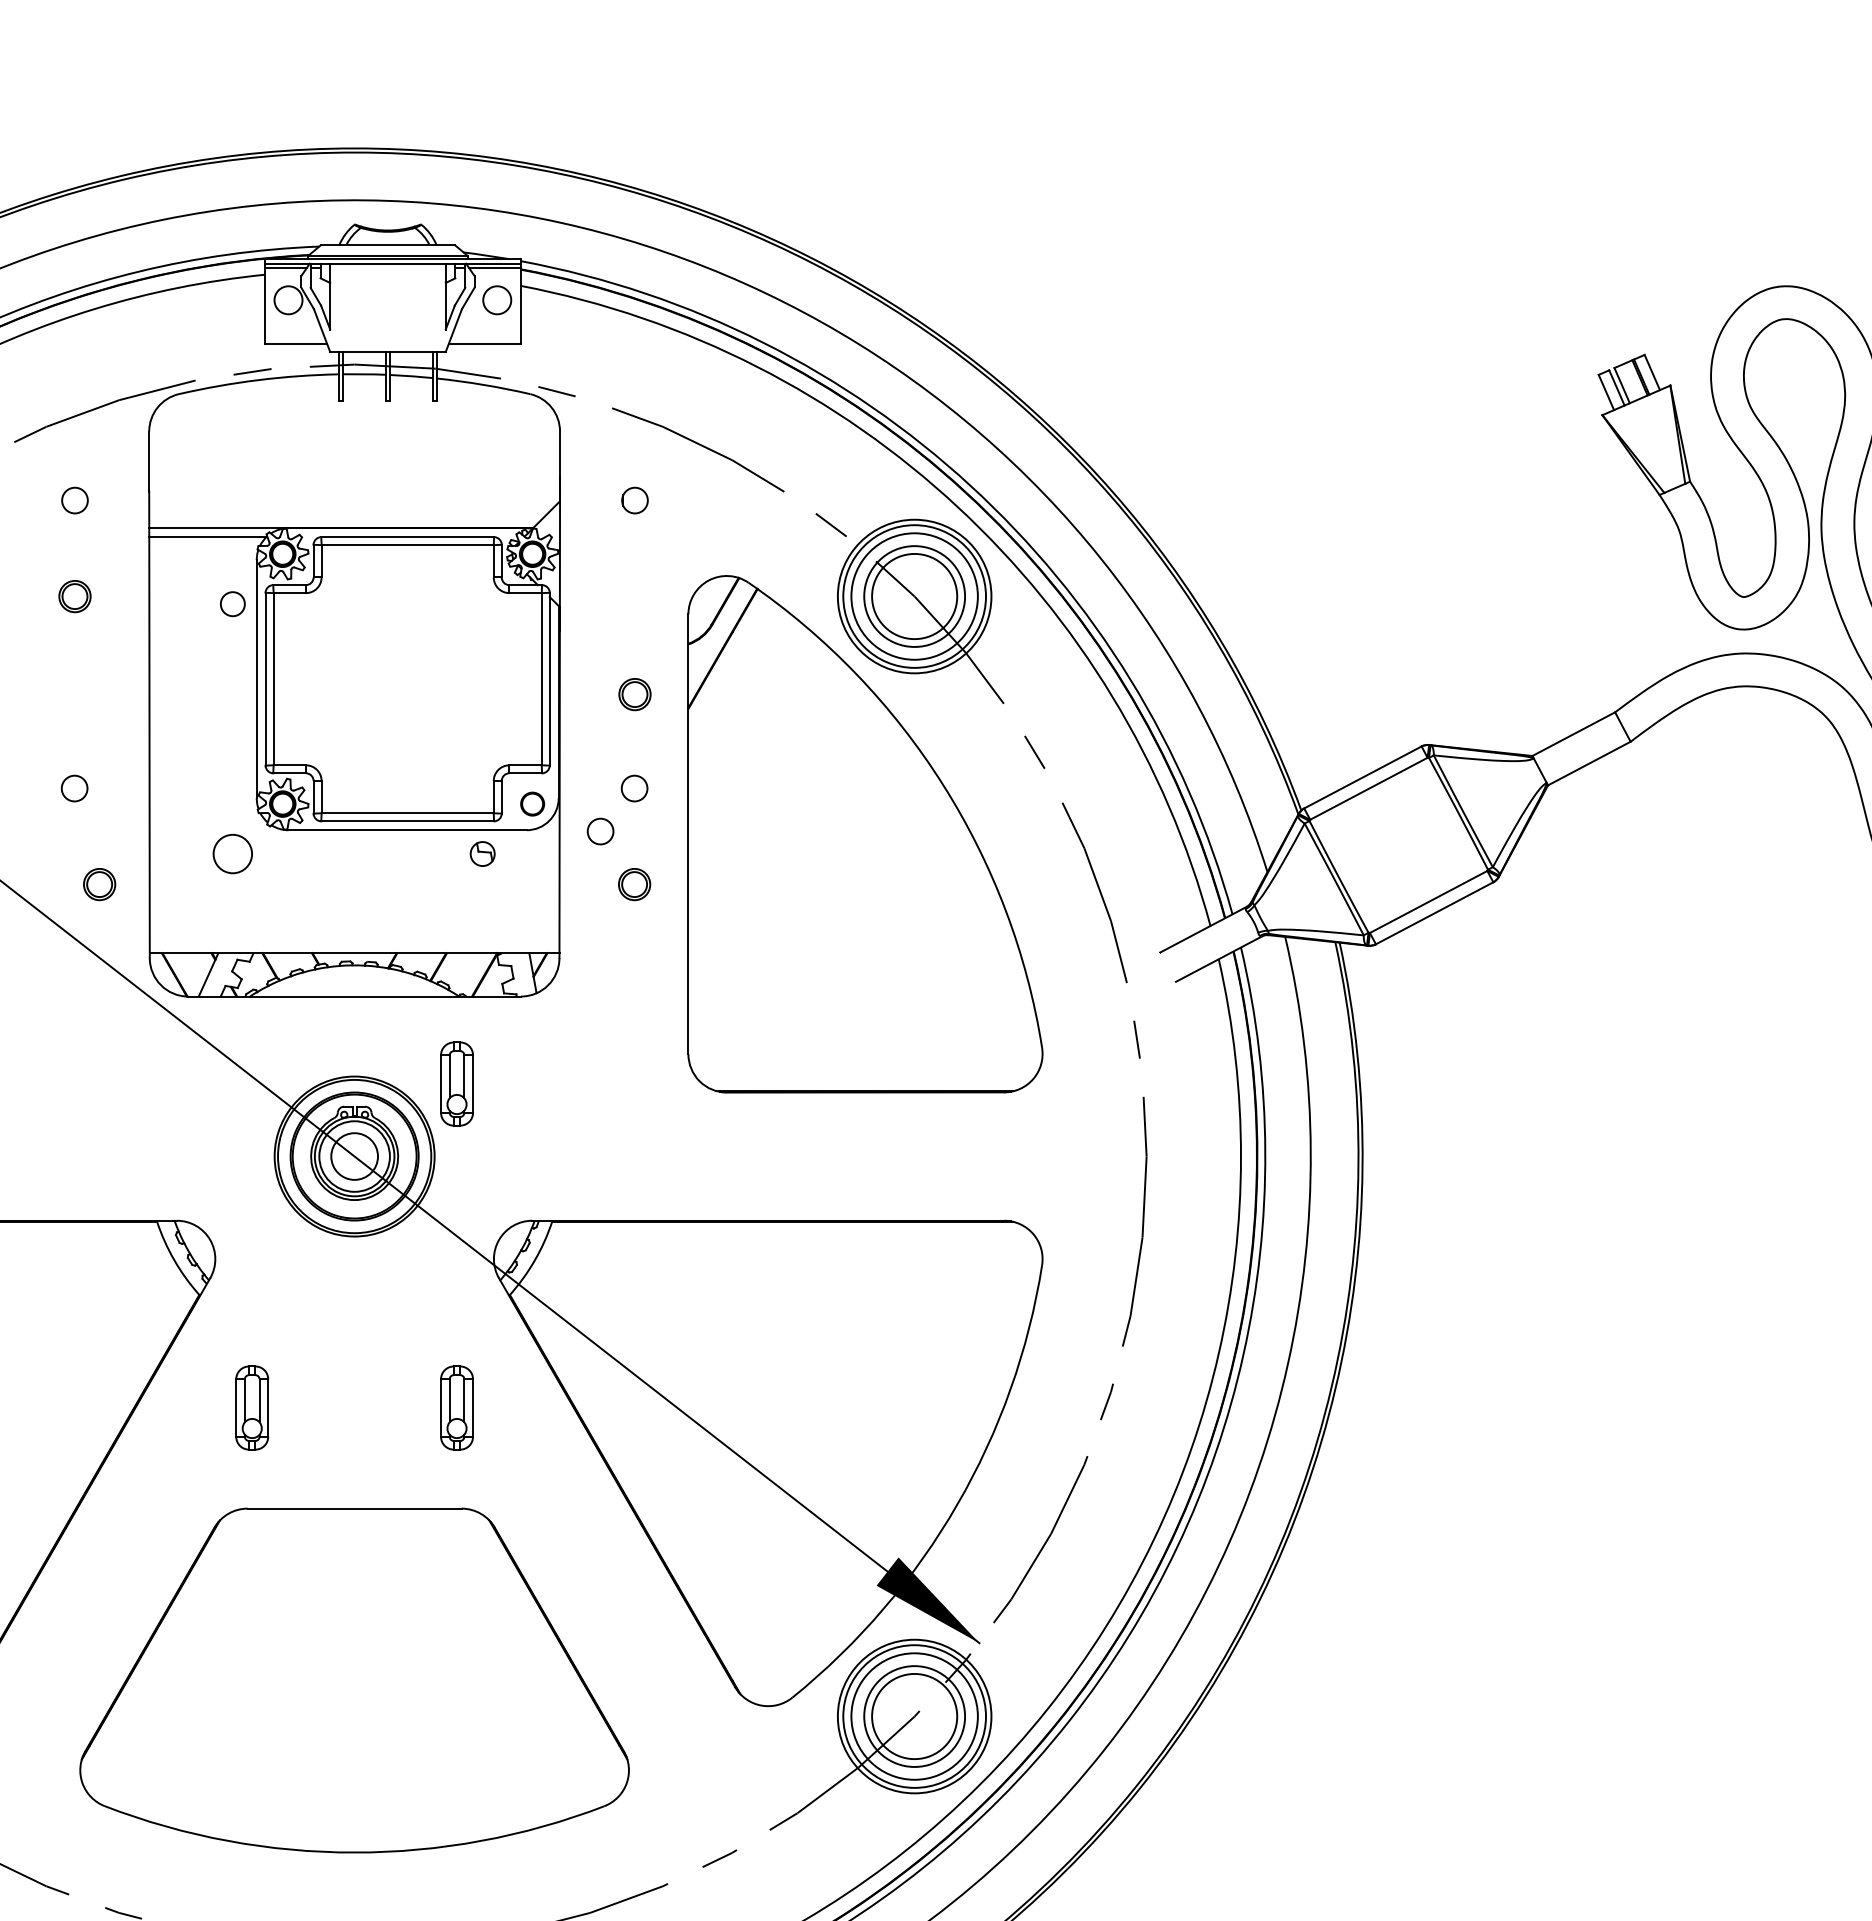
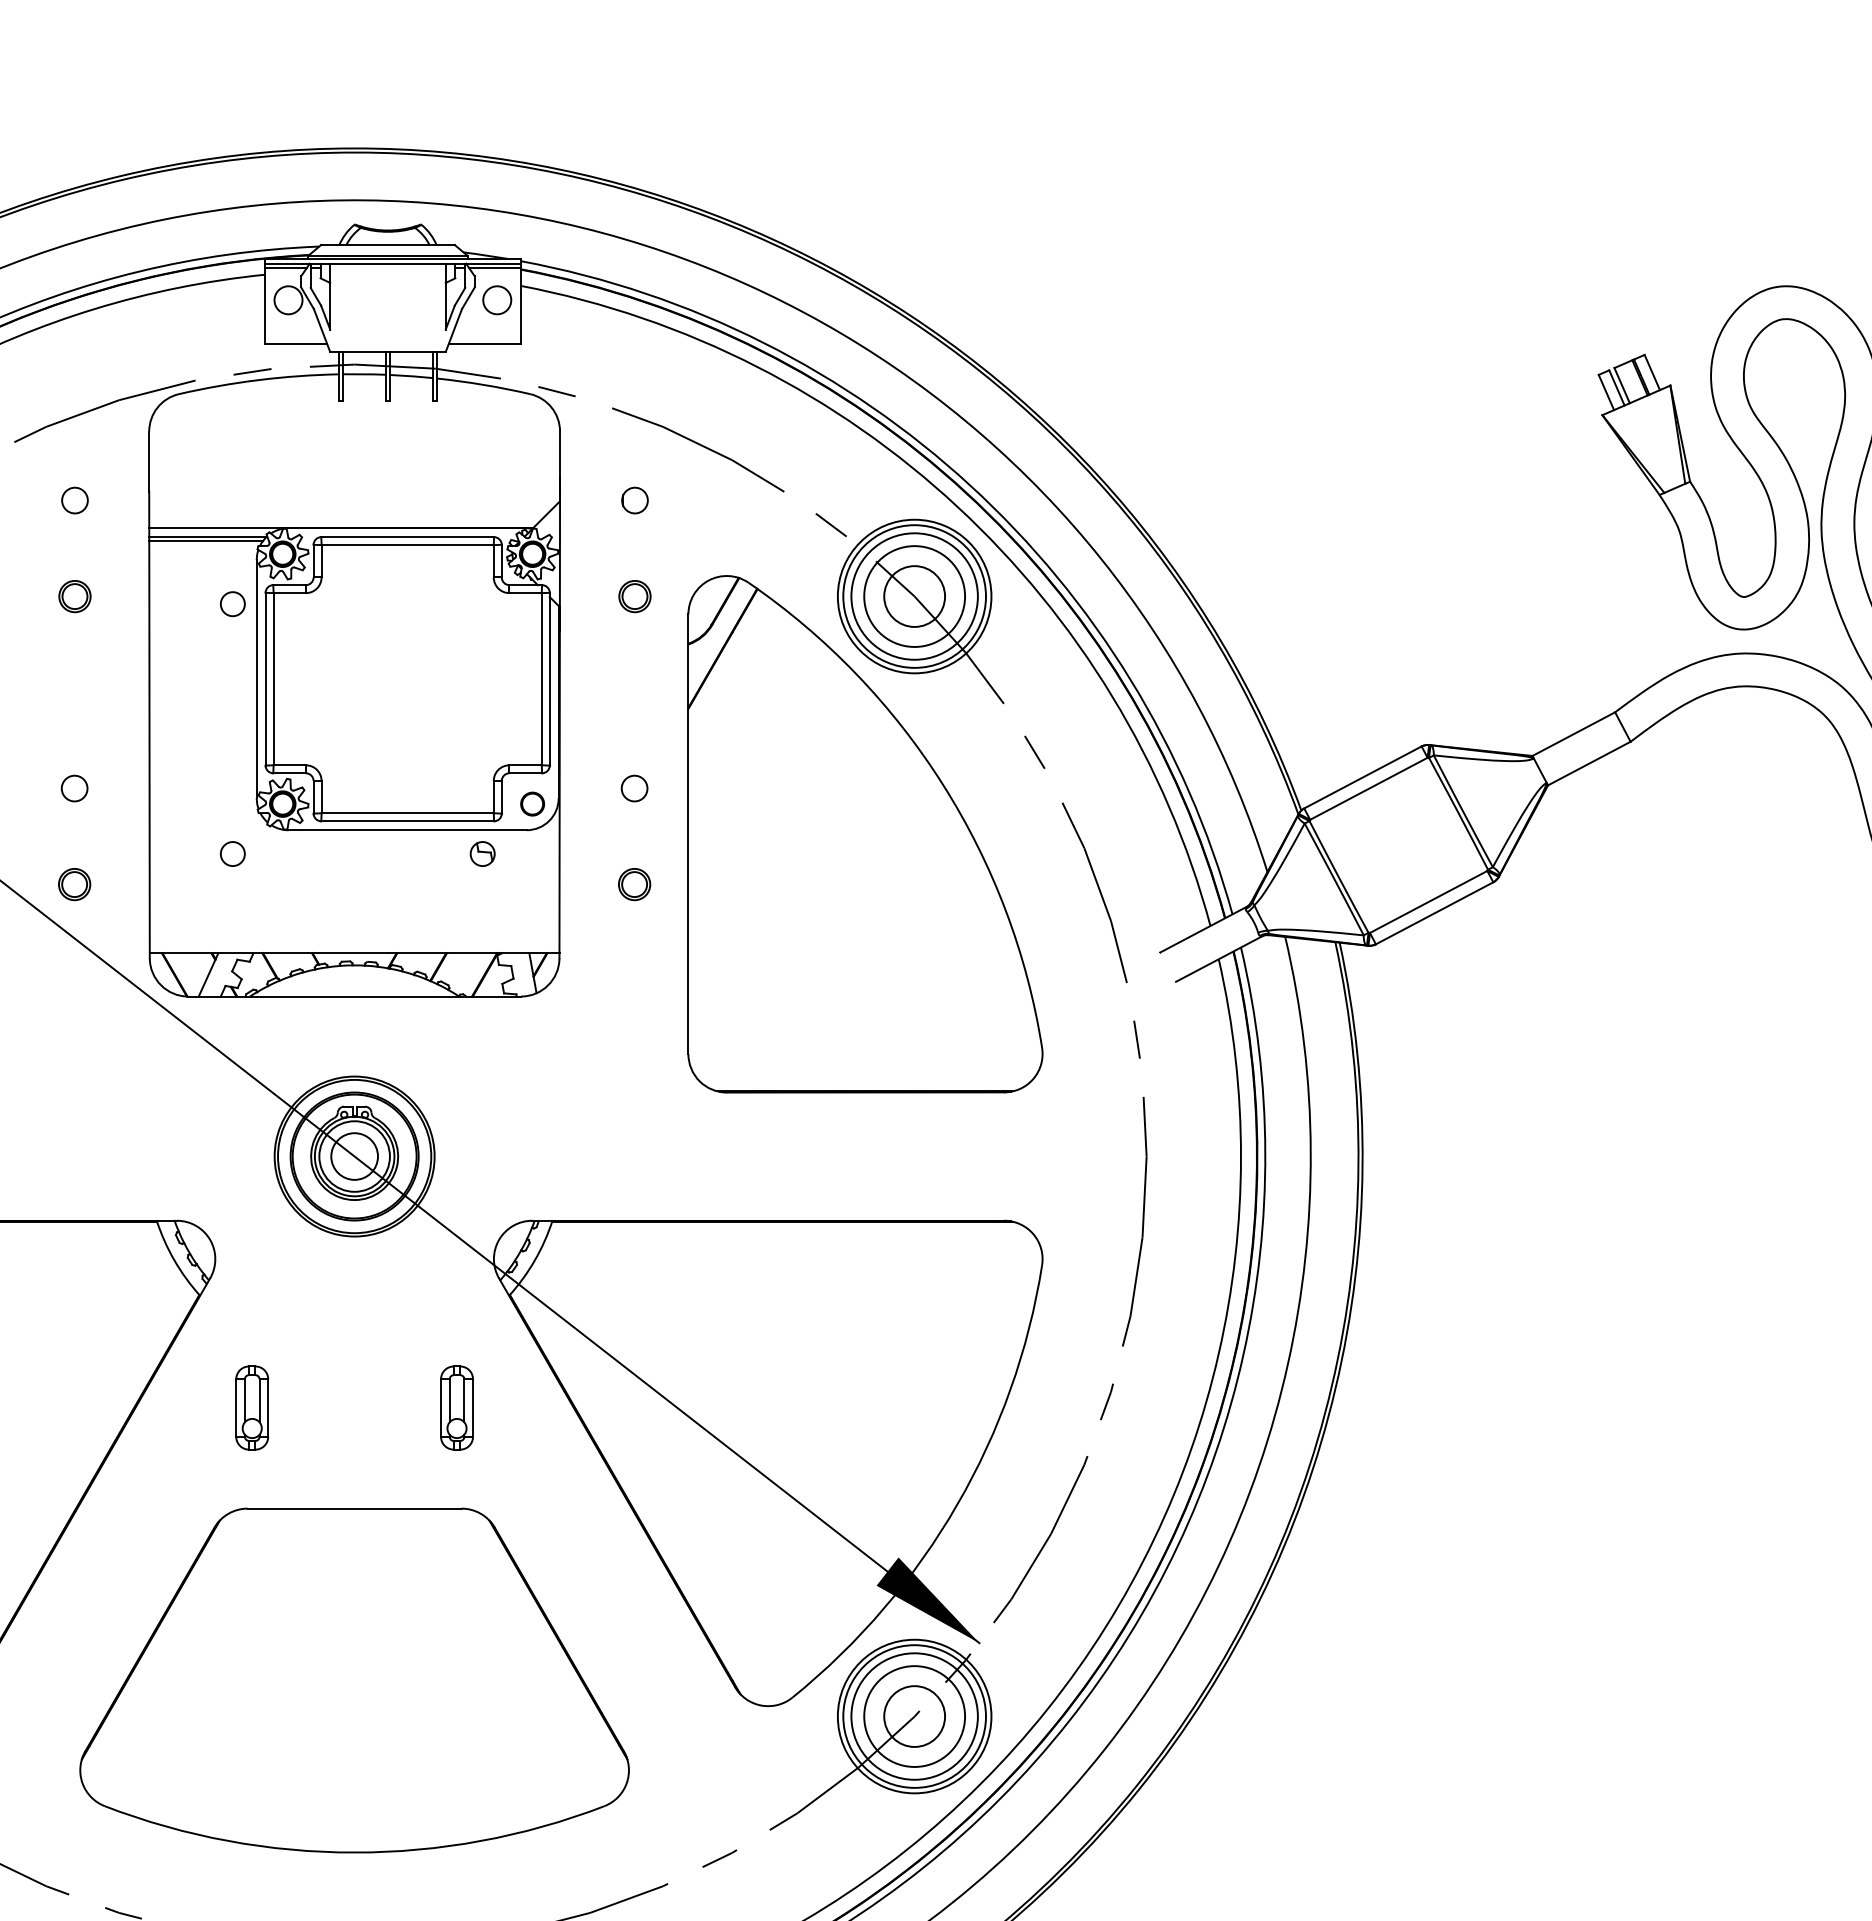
line at (206, 540): none -> present
circle at (914, 596) diameter: 85 px -> 61 px
part at (634, 694) position: (634, 694) -> (634, 596)
circle at (600, 831): present -> none
circle at (232, 853) diameter: 38 px -> 24 px
part at (99, 884) position: (99, 884) -> (74, 884)
part at (456, 1083): present -> none
circle at (914, 1716) diameter: 85 px -> 61 px
